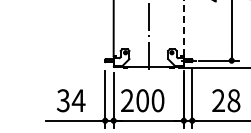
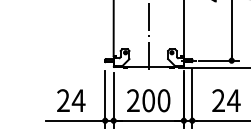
line at (183, 28): dashed -> solid
text at (62, 100): 34 -> 24
text at (142, 100) position: (142, 100) -> (148, 100)
text at (233, 100): 28 -> 24
